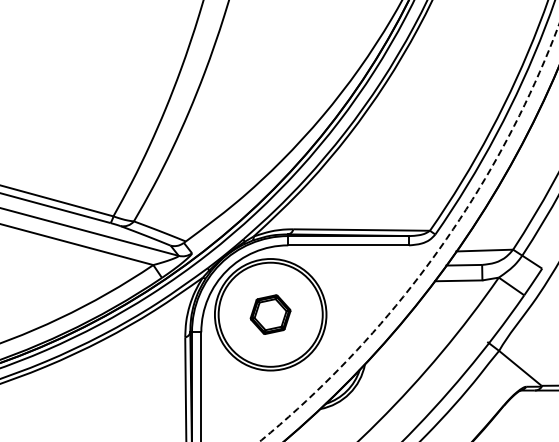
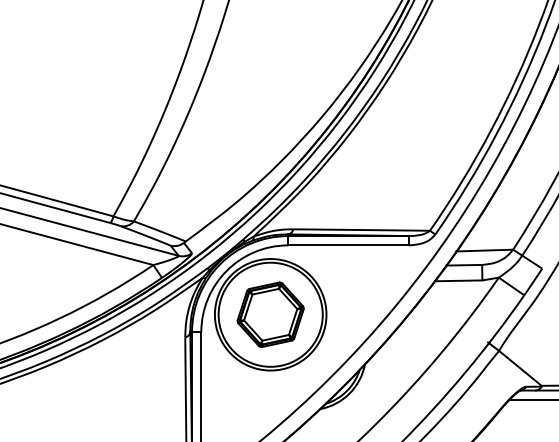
circle at (409, 232): dashed -> solid
part at (270, 314) size: 43x41 px -> 69x67 px
line at (532, 399): none -> present
